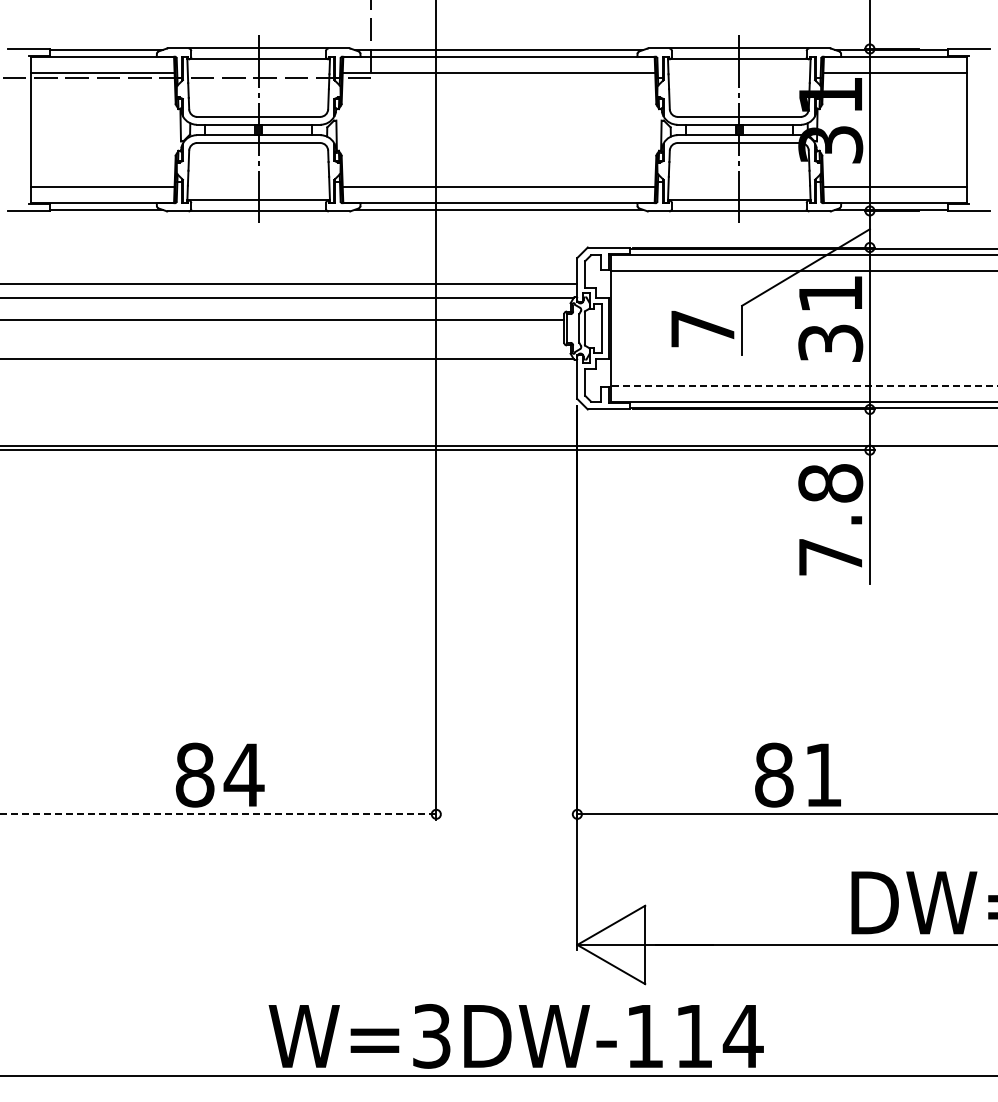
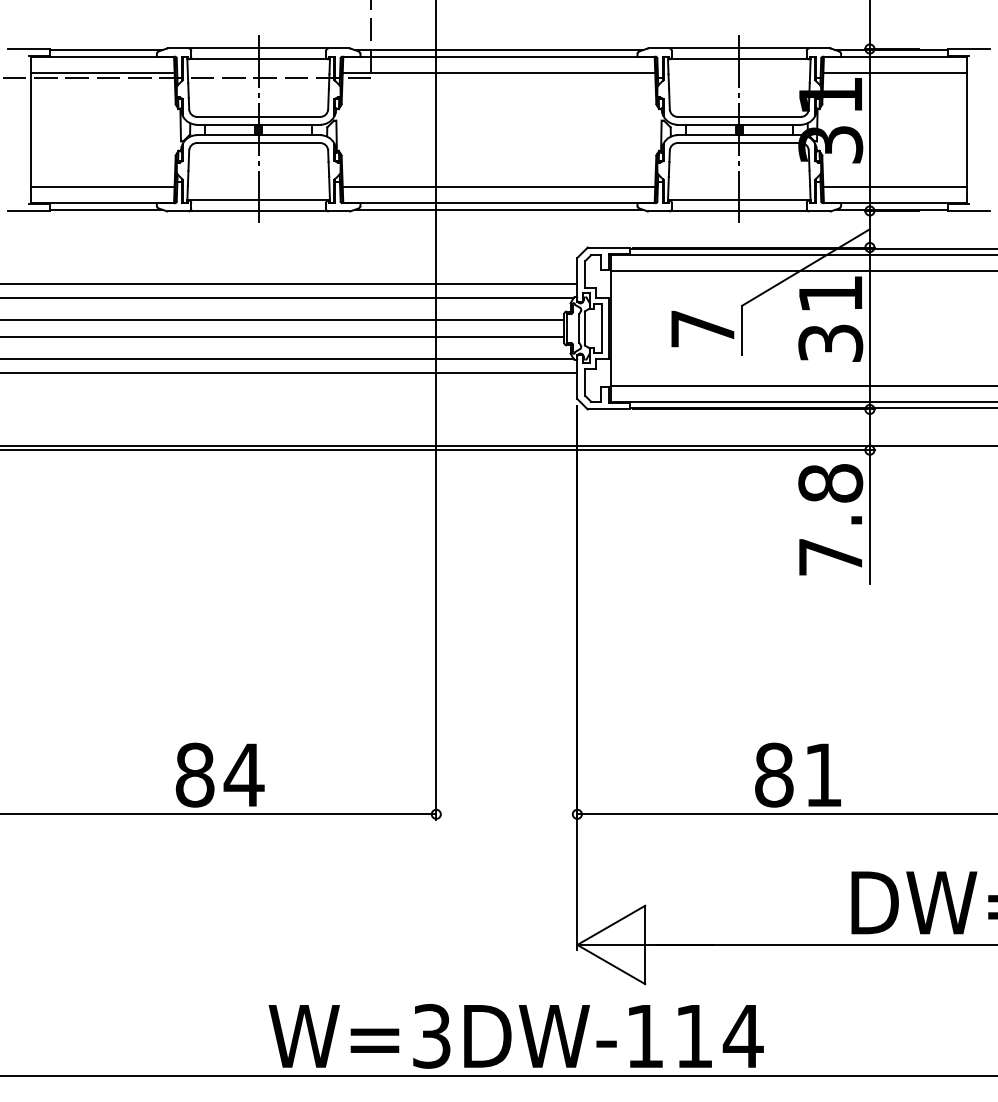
line at (283, 337): none -> present
line at (289, 372): none -> present
line at (804, 385): dashed -> solid
line at (218, 814): dashed -> solid
